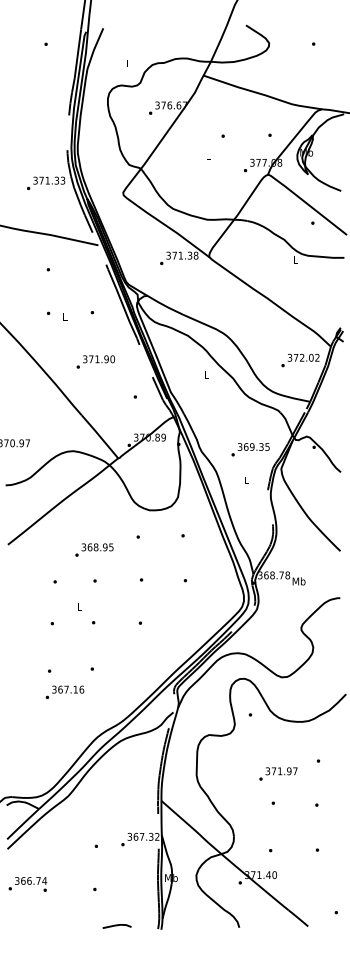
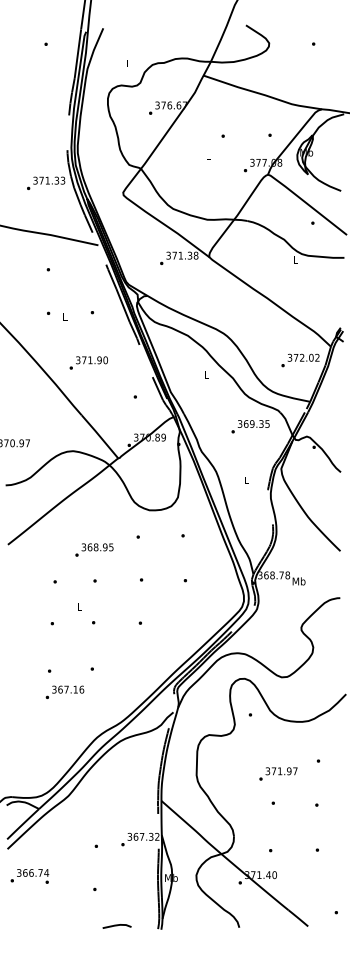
text at (95, 361) position: (95, 361) -> (88, 362)
text at (250, 449) position: (250, 449) -> (250, 426)
text at (27, 884) position: (27, 884) -> (29, 876)
